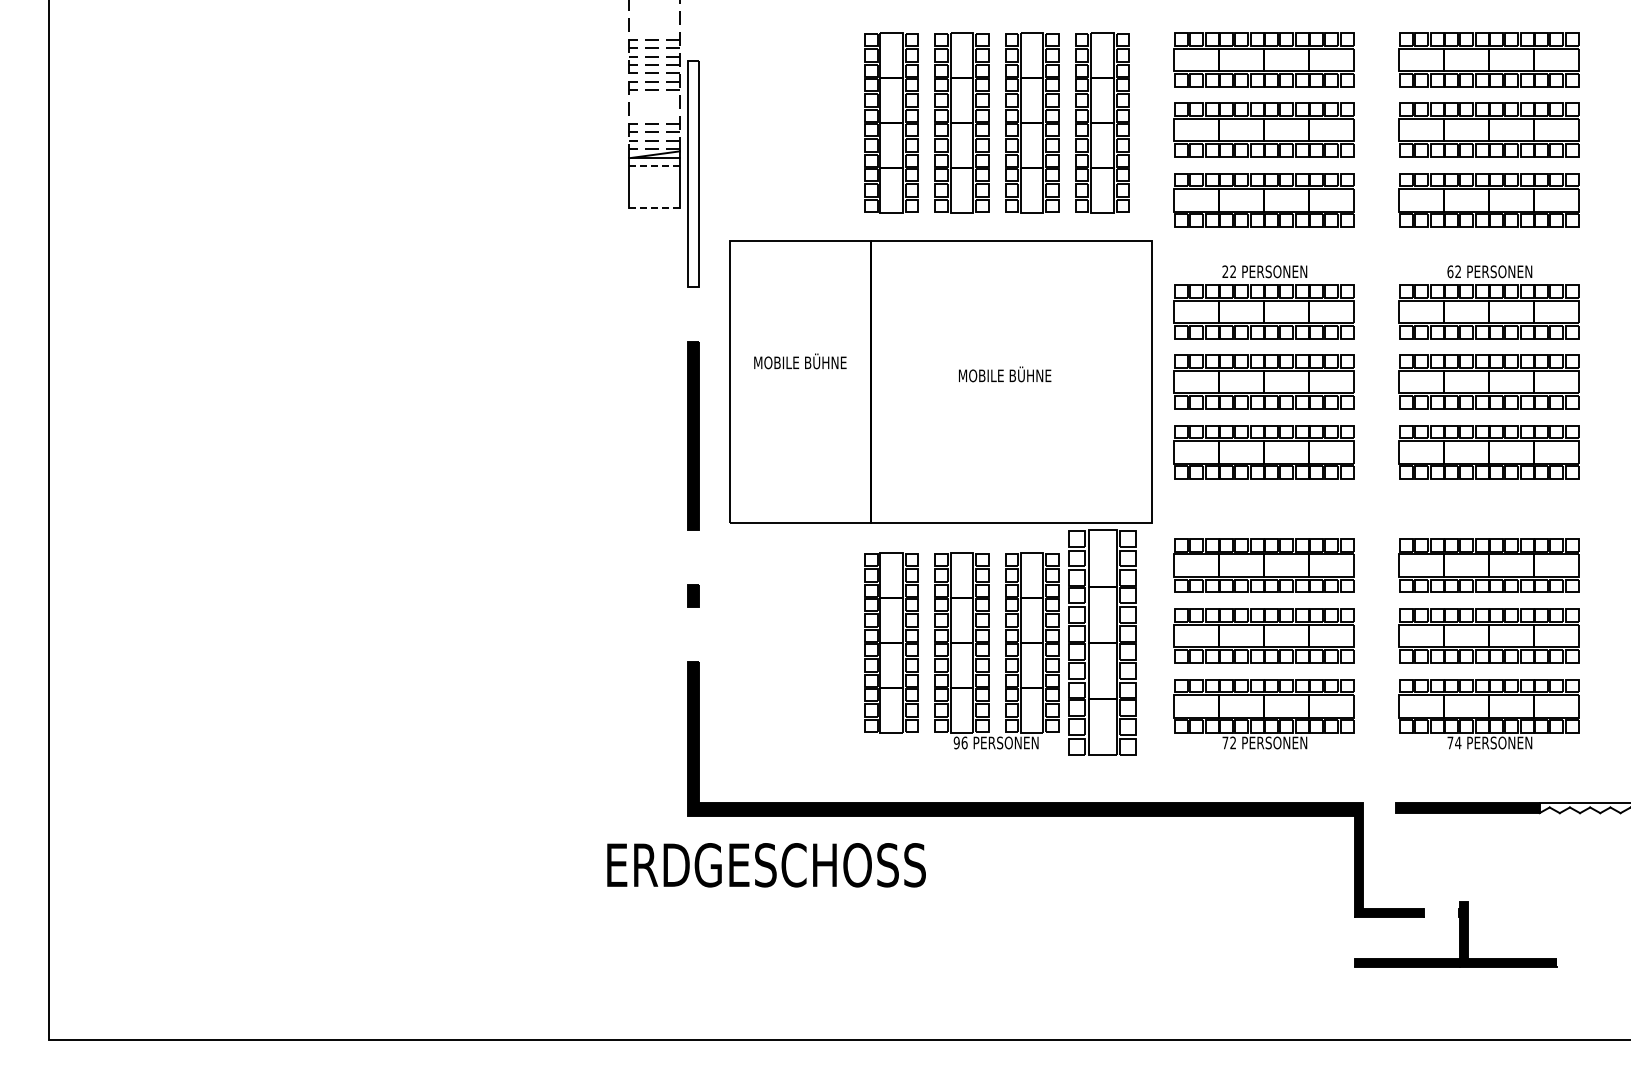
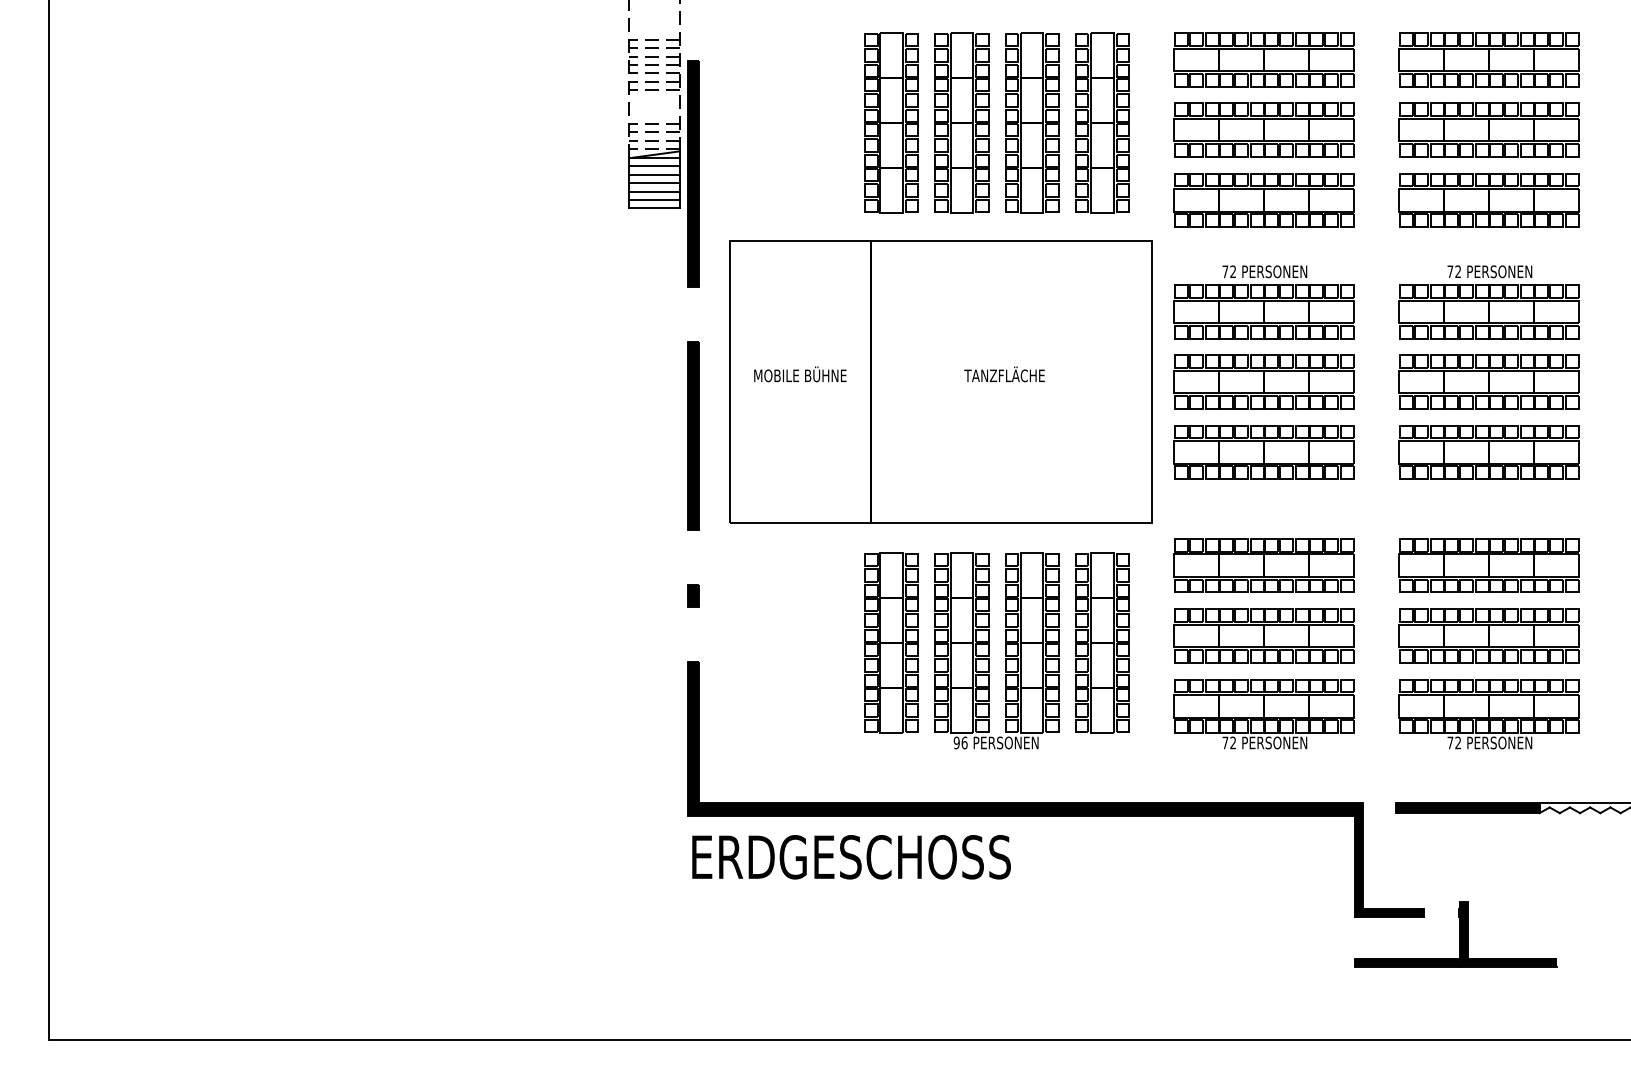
line at (654, 166): dashed -> solid
fill at (693, 173): none -> present
line at (654, 174): none -> present
line at (654, 183): none -> present
line at (654, 191): none -> present
line at (654, 199): none -> present
line at (655, 208): dashed -> solid
text at (1225, 271): 22 -> 72
text at (1450, 271): 62 -> 72
text at (800, 361) position: (800, 361) -> (800, 374)
text at (1005, 374): MOBILE BÜHNE -> TANZFLÄCHE
part at (1102, 642) size: 69x227 px -> 55x182 px
text at (1458, 742): 74 -> 72
text at (766, 865) position: (766, 865) -> (851, 857)
